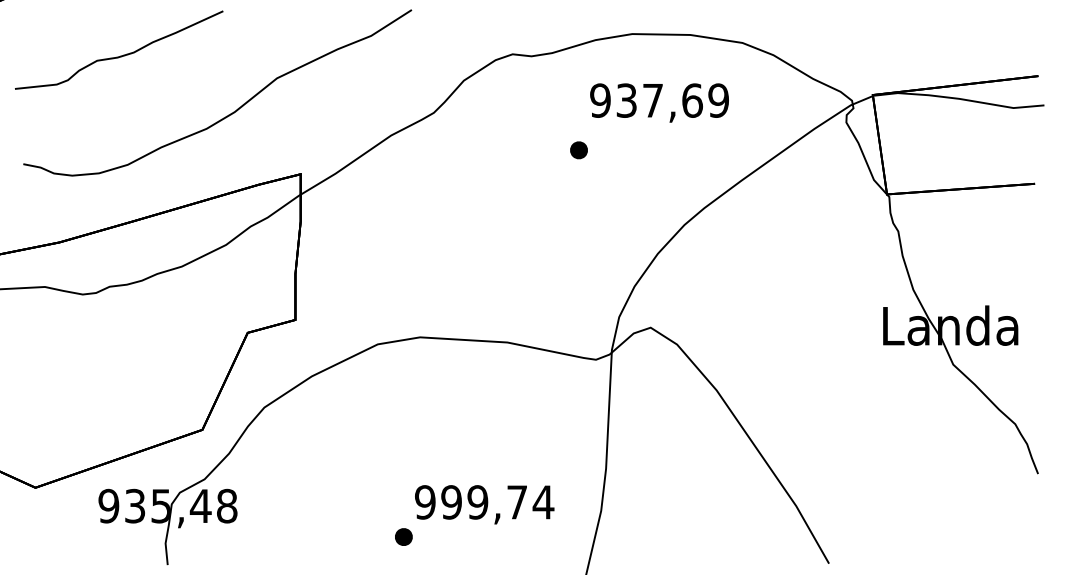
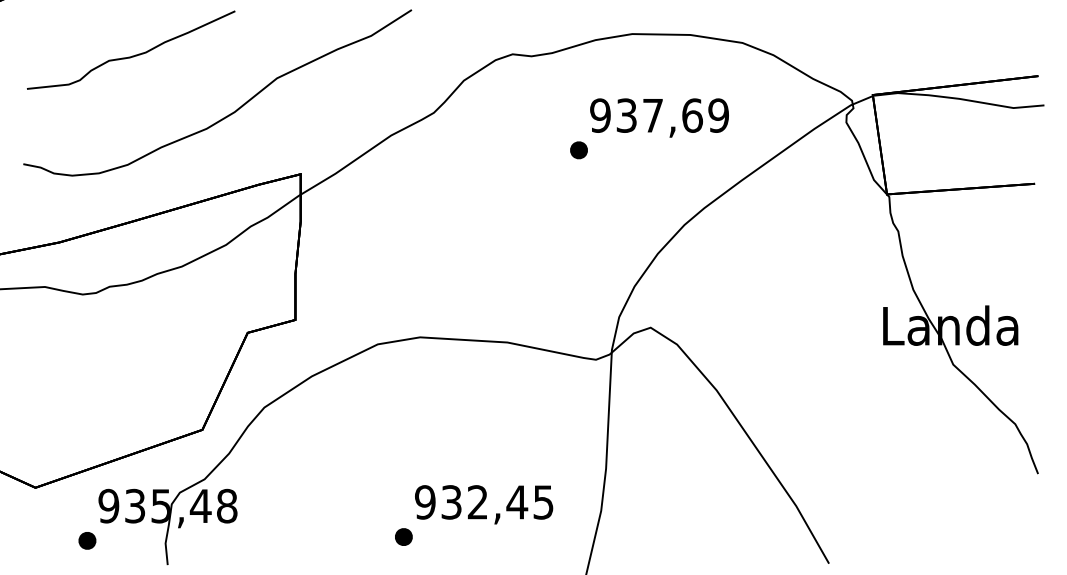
curve at (120, 55) position: (120, 55) -> (132, 55)
text at (659, 102) position: (659, 102) -> (659, 117)
text at (497, 502): 999,74 -> 932,45
part at (87, 540): none -> present
